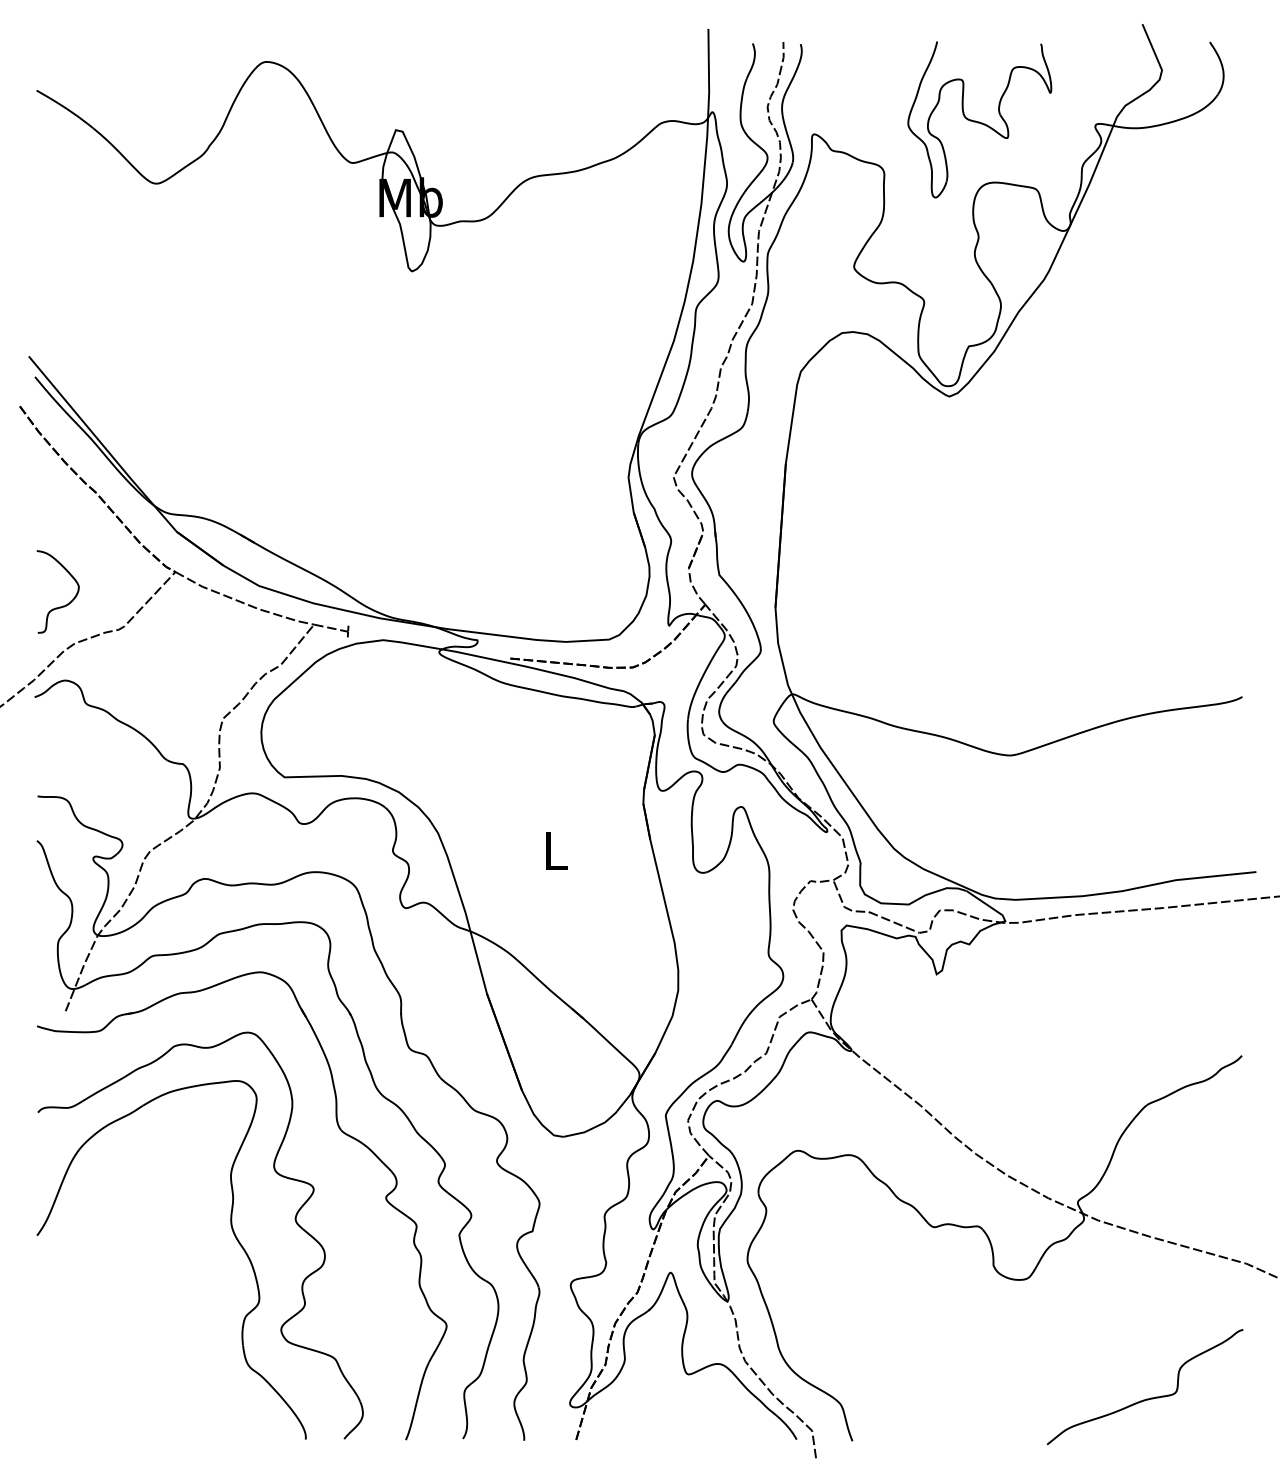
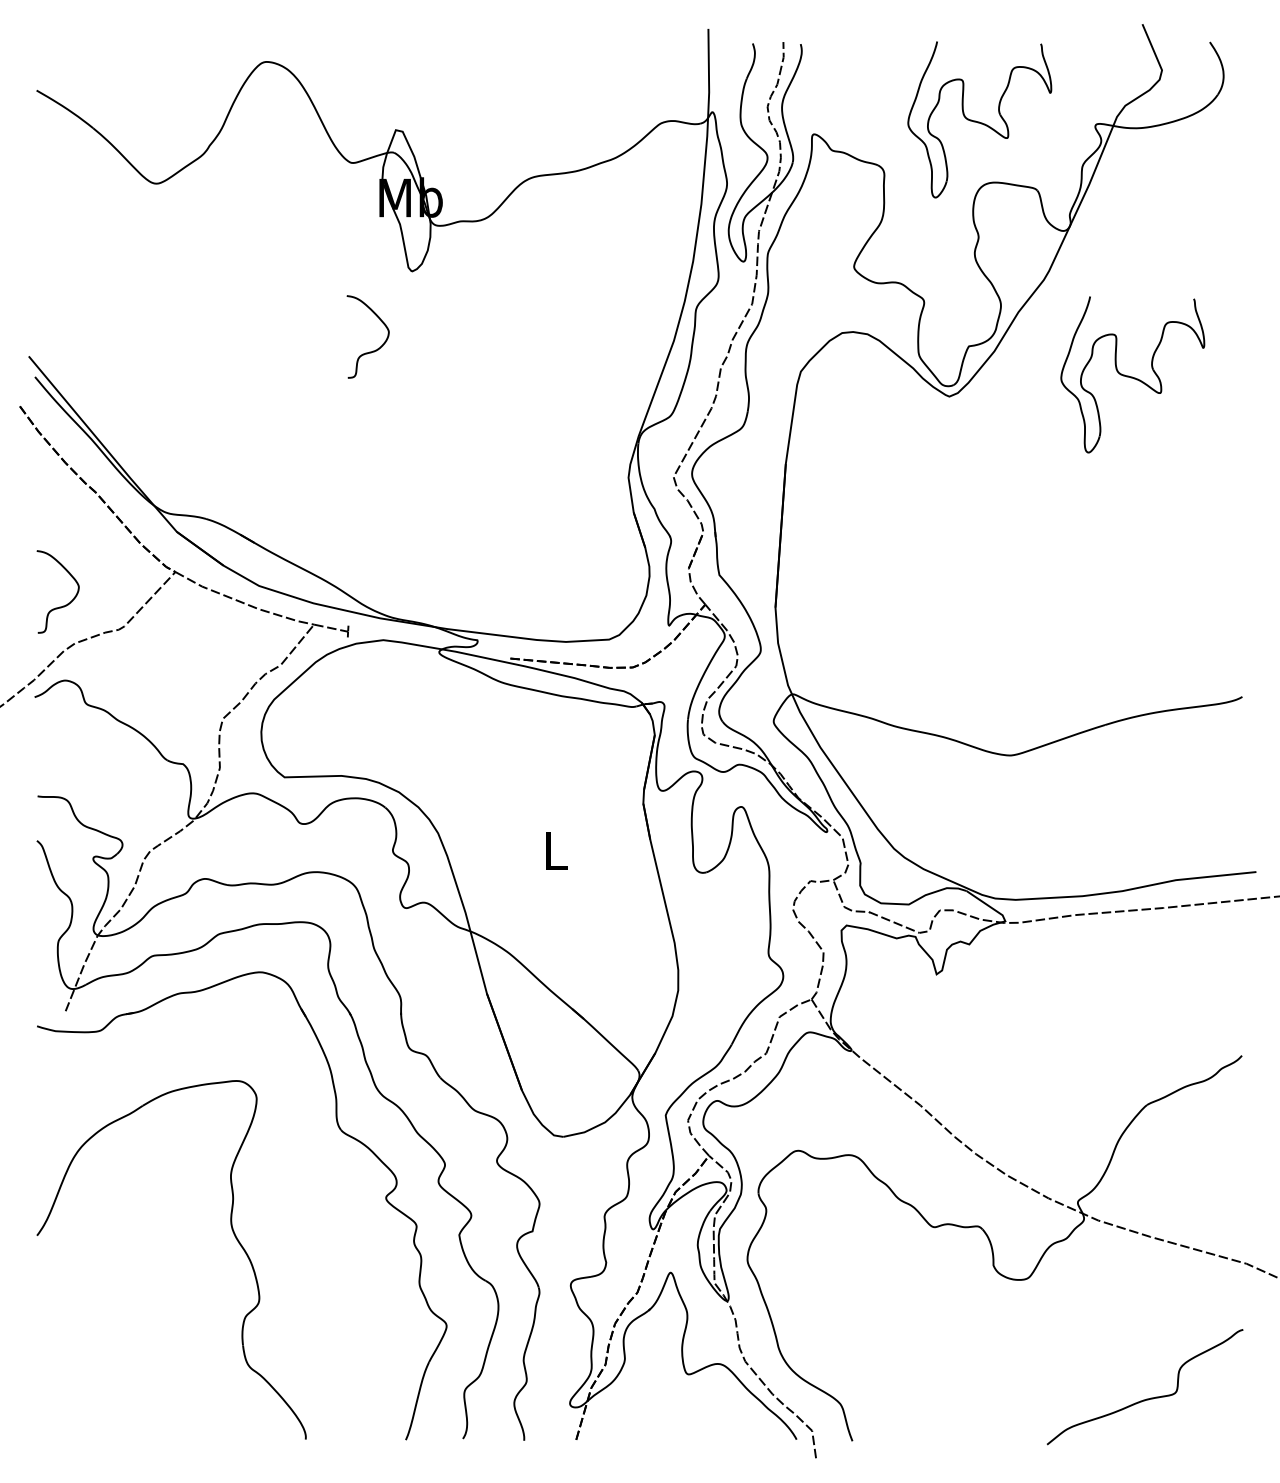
curve at (369, 351): none -> present
part at (1132, 374): none -> present
part at (294, 1219): present -> none
